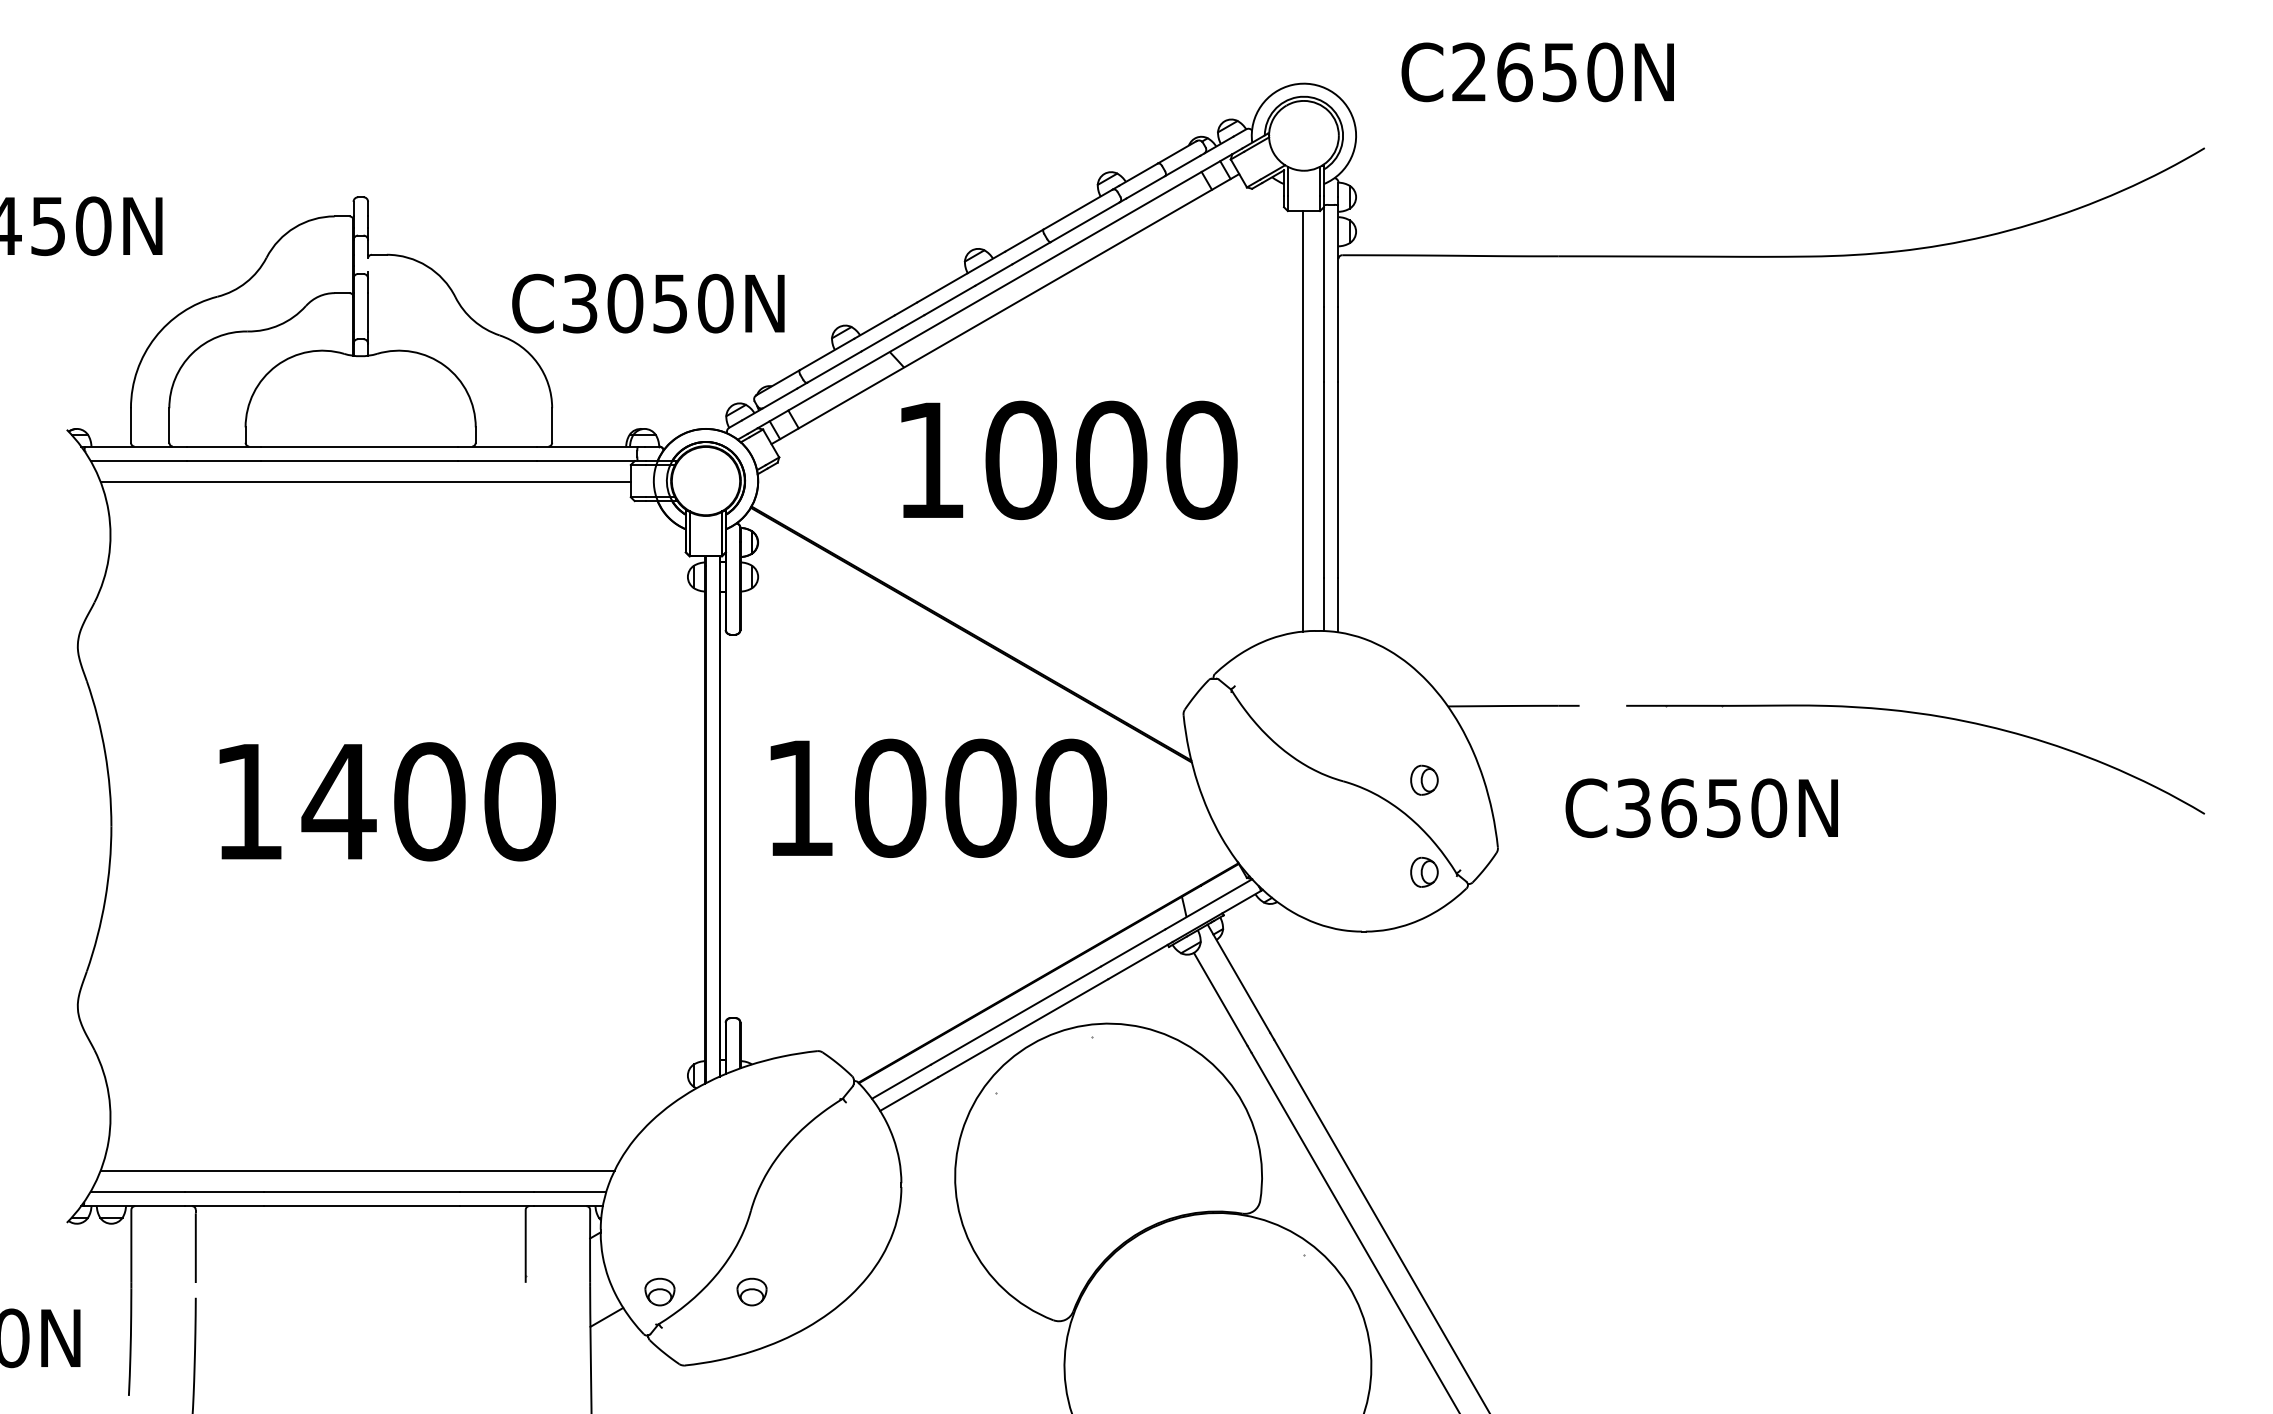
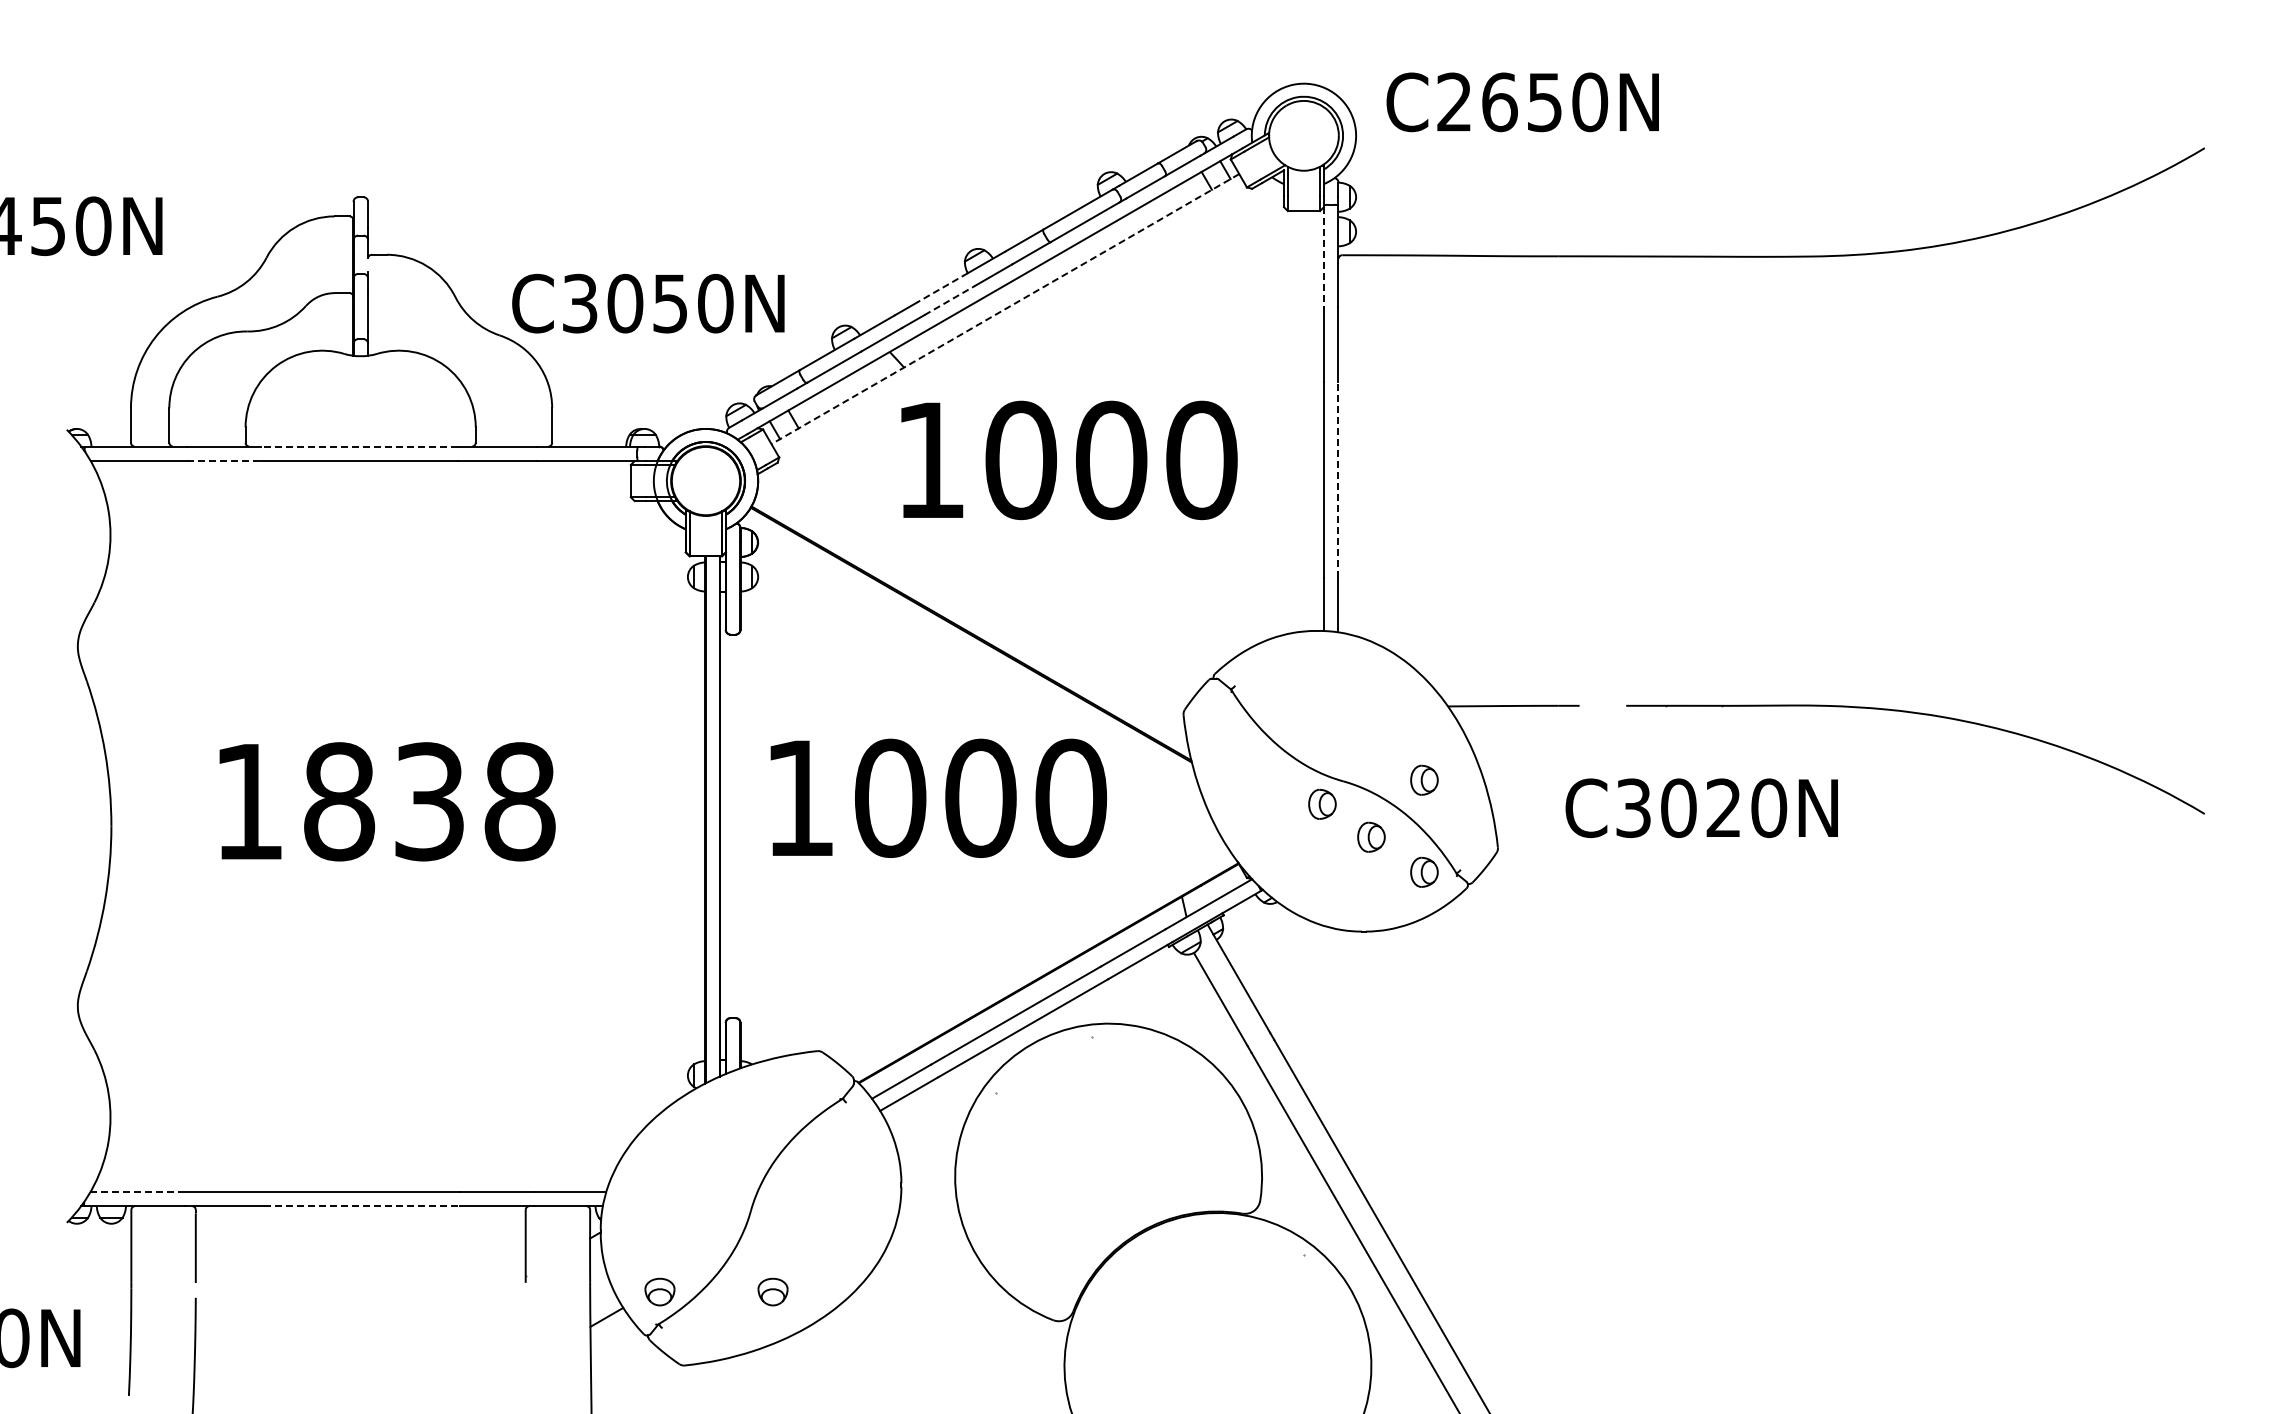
text at (1537, 72) position: (1537, 72) -> (1522, 102)
line at (1323, 257): solid -> dashed
line at (942, 288): solid -> dashed
line at (950, 300): solid -> dashed
line at (1004, 309): solid -> dashed
line at (1303, 421): present -> none
line at (359, 446): solid -> dashed
line at (224, 461): solid -> dashed
line at (1338, 479): solid -> dashed
line at (365, 481): present -> none
text at (428, 801): 1400 -> 1838
part at (1322, 803): none -> present
text at (1700, 808): C3650N -> C3020N
part at (1371, 836): none -> present
line at (357, 1170): present -> none
line at (137, 1191): solid -> dashed
line at (362, 1206): solid -> dashed
part at (751, 1291) position: (751, 1291) -> (772, 1291)
